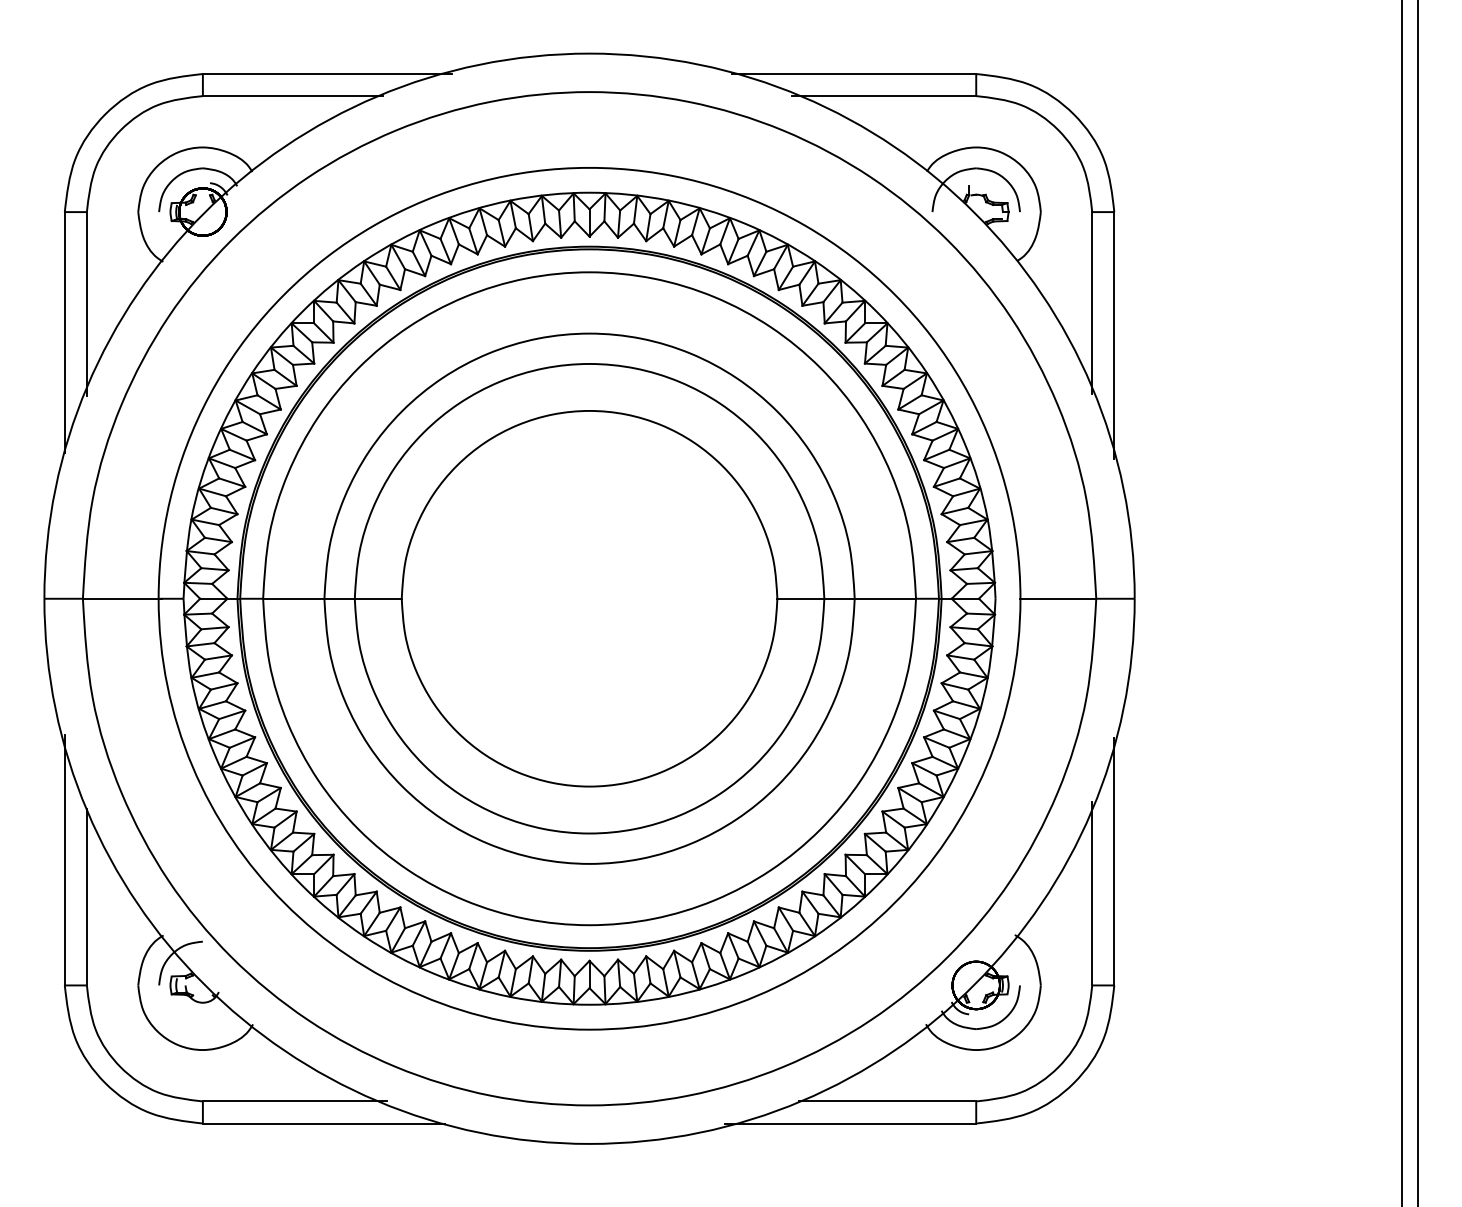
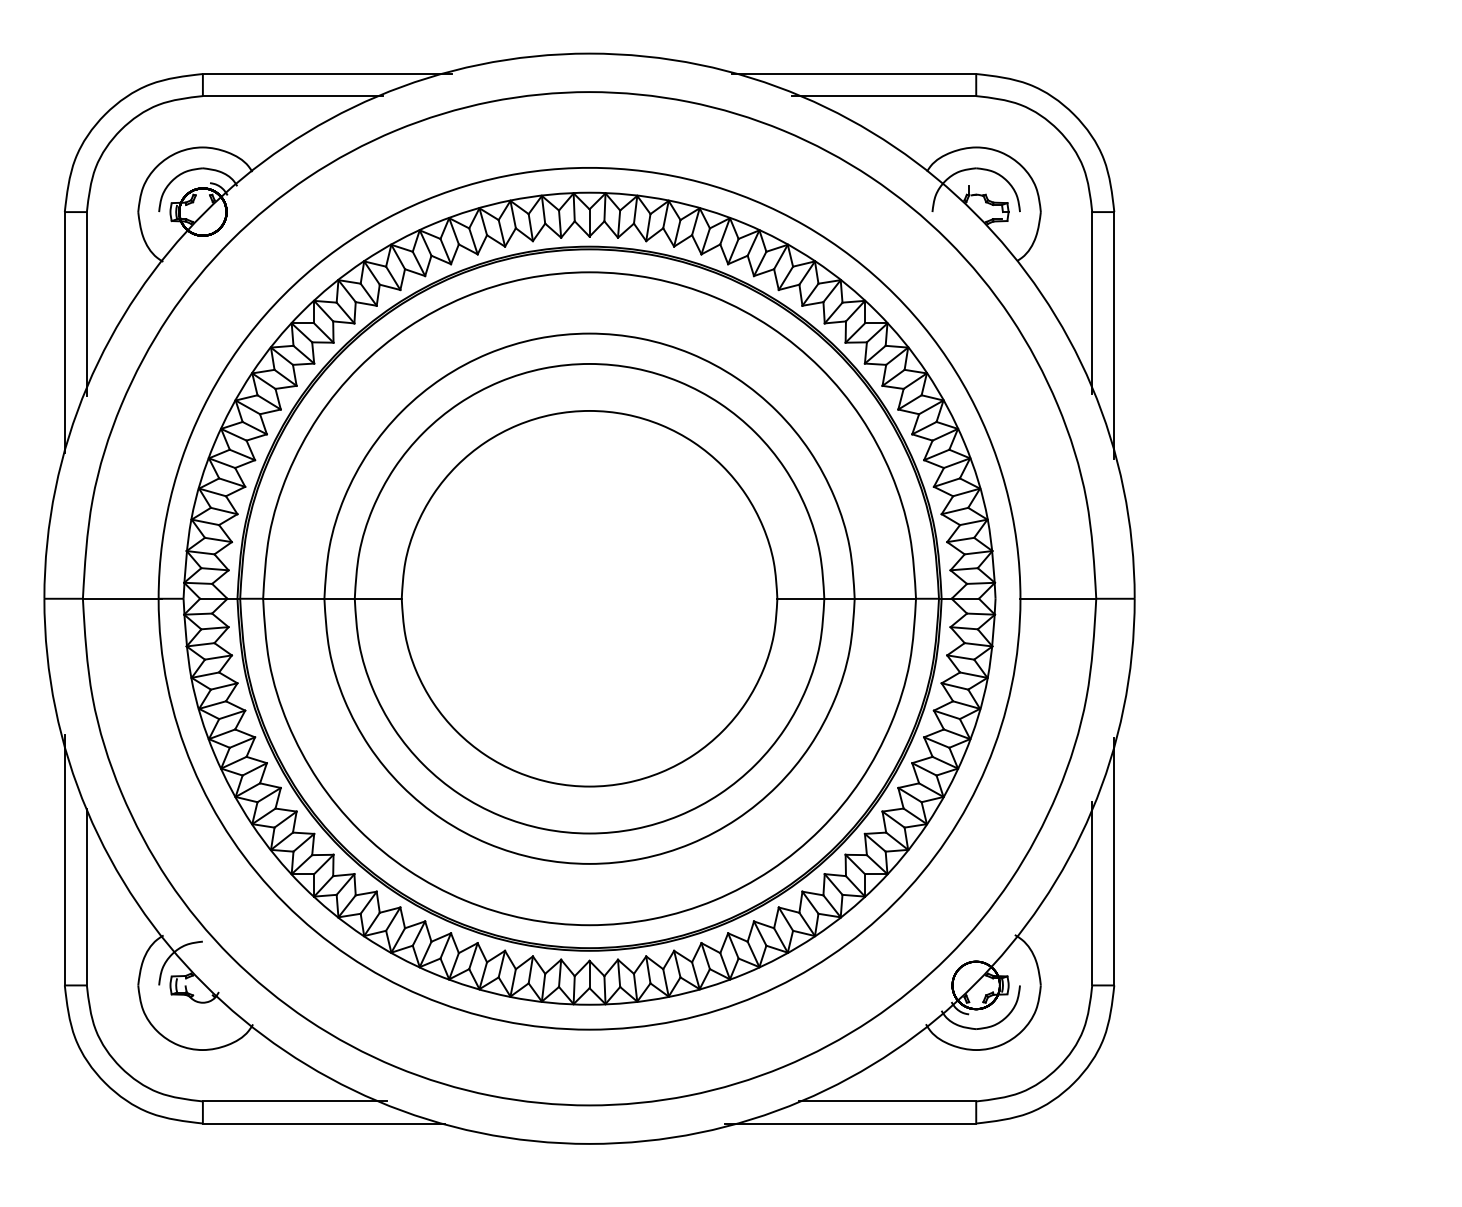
line at (1401, 602): present -> none
line at (1418, 602): present -> none
